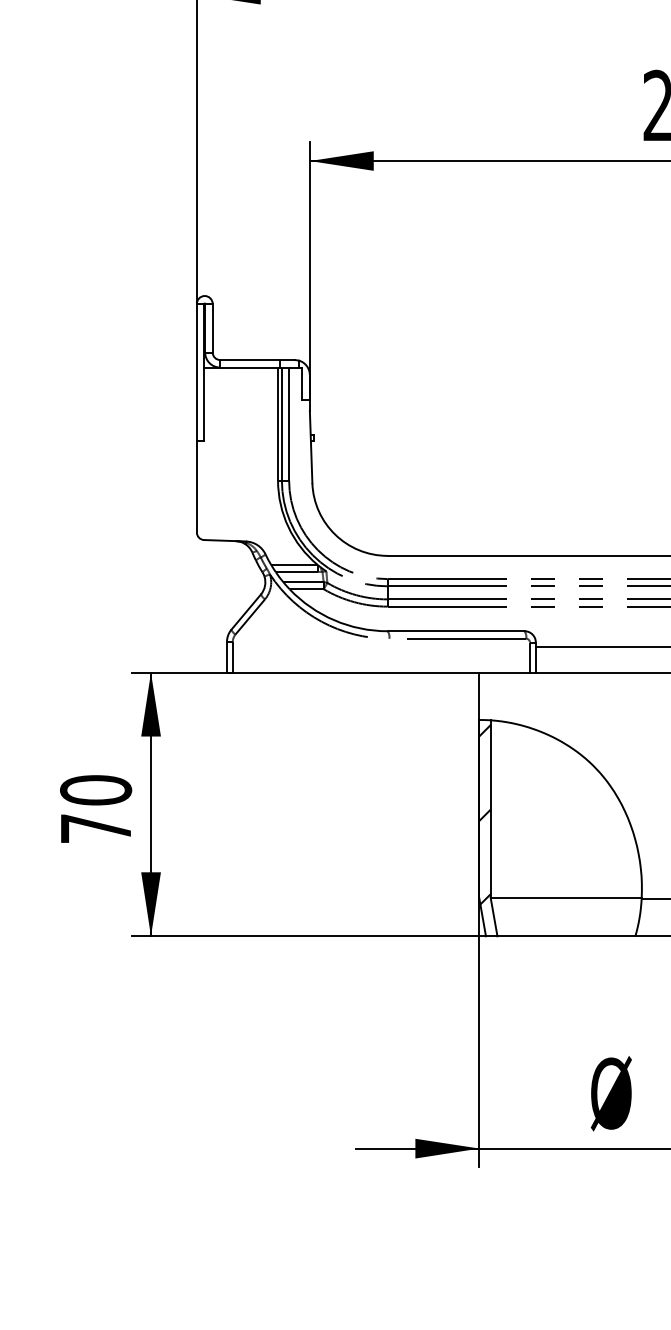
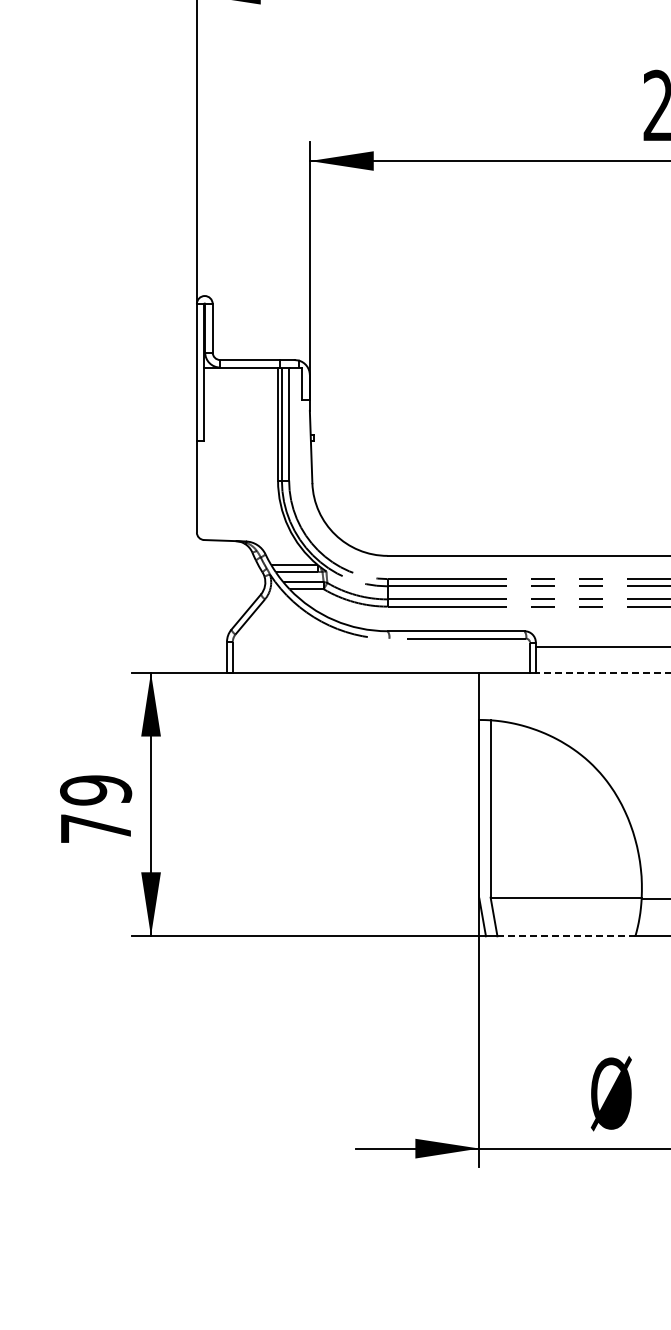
line at (602, 672): solid -> dashed
text at (96, 790): 70 -> 79
hatch at (484, 814): present -> none
line at (566, 936): solid -> dashed
